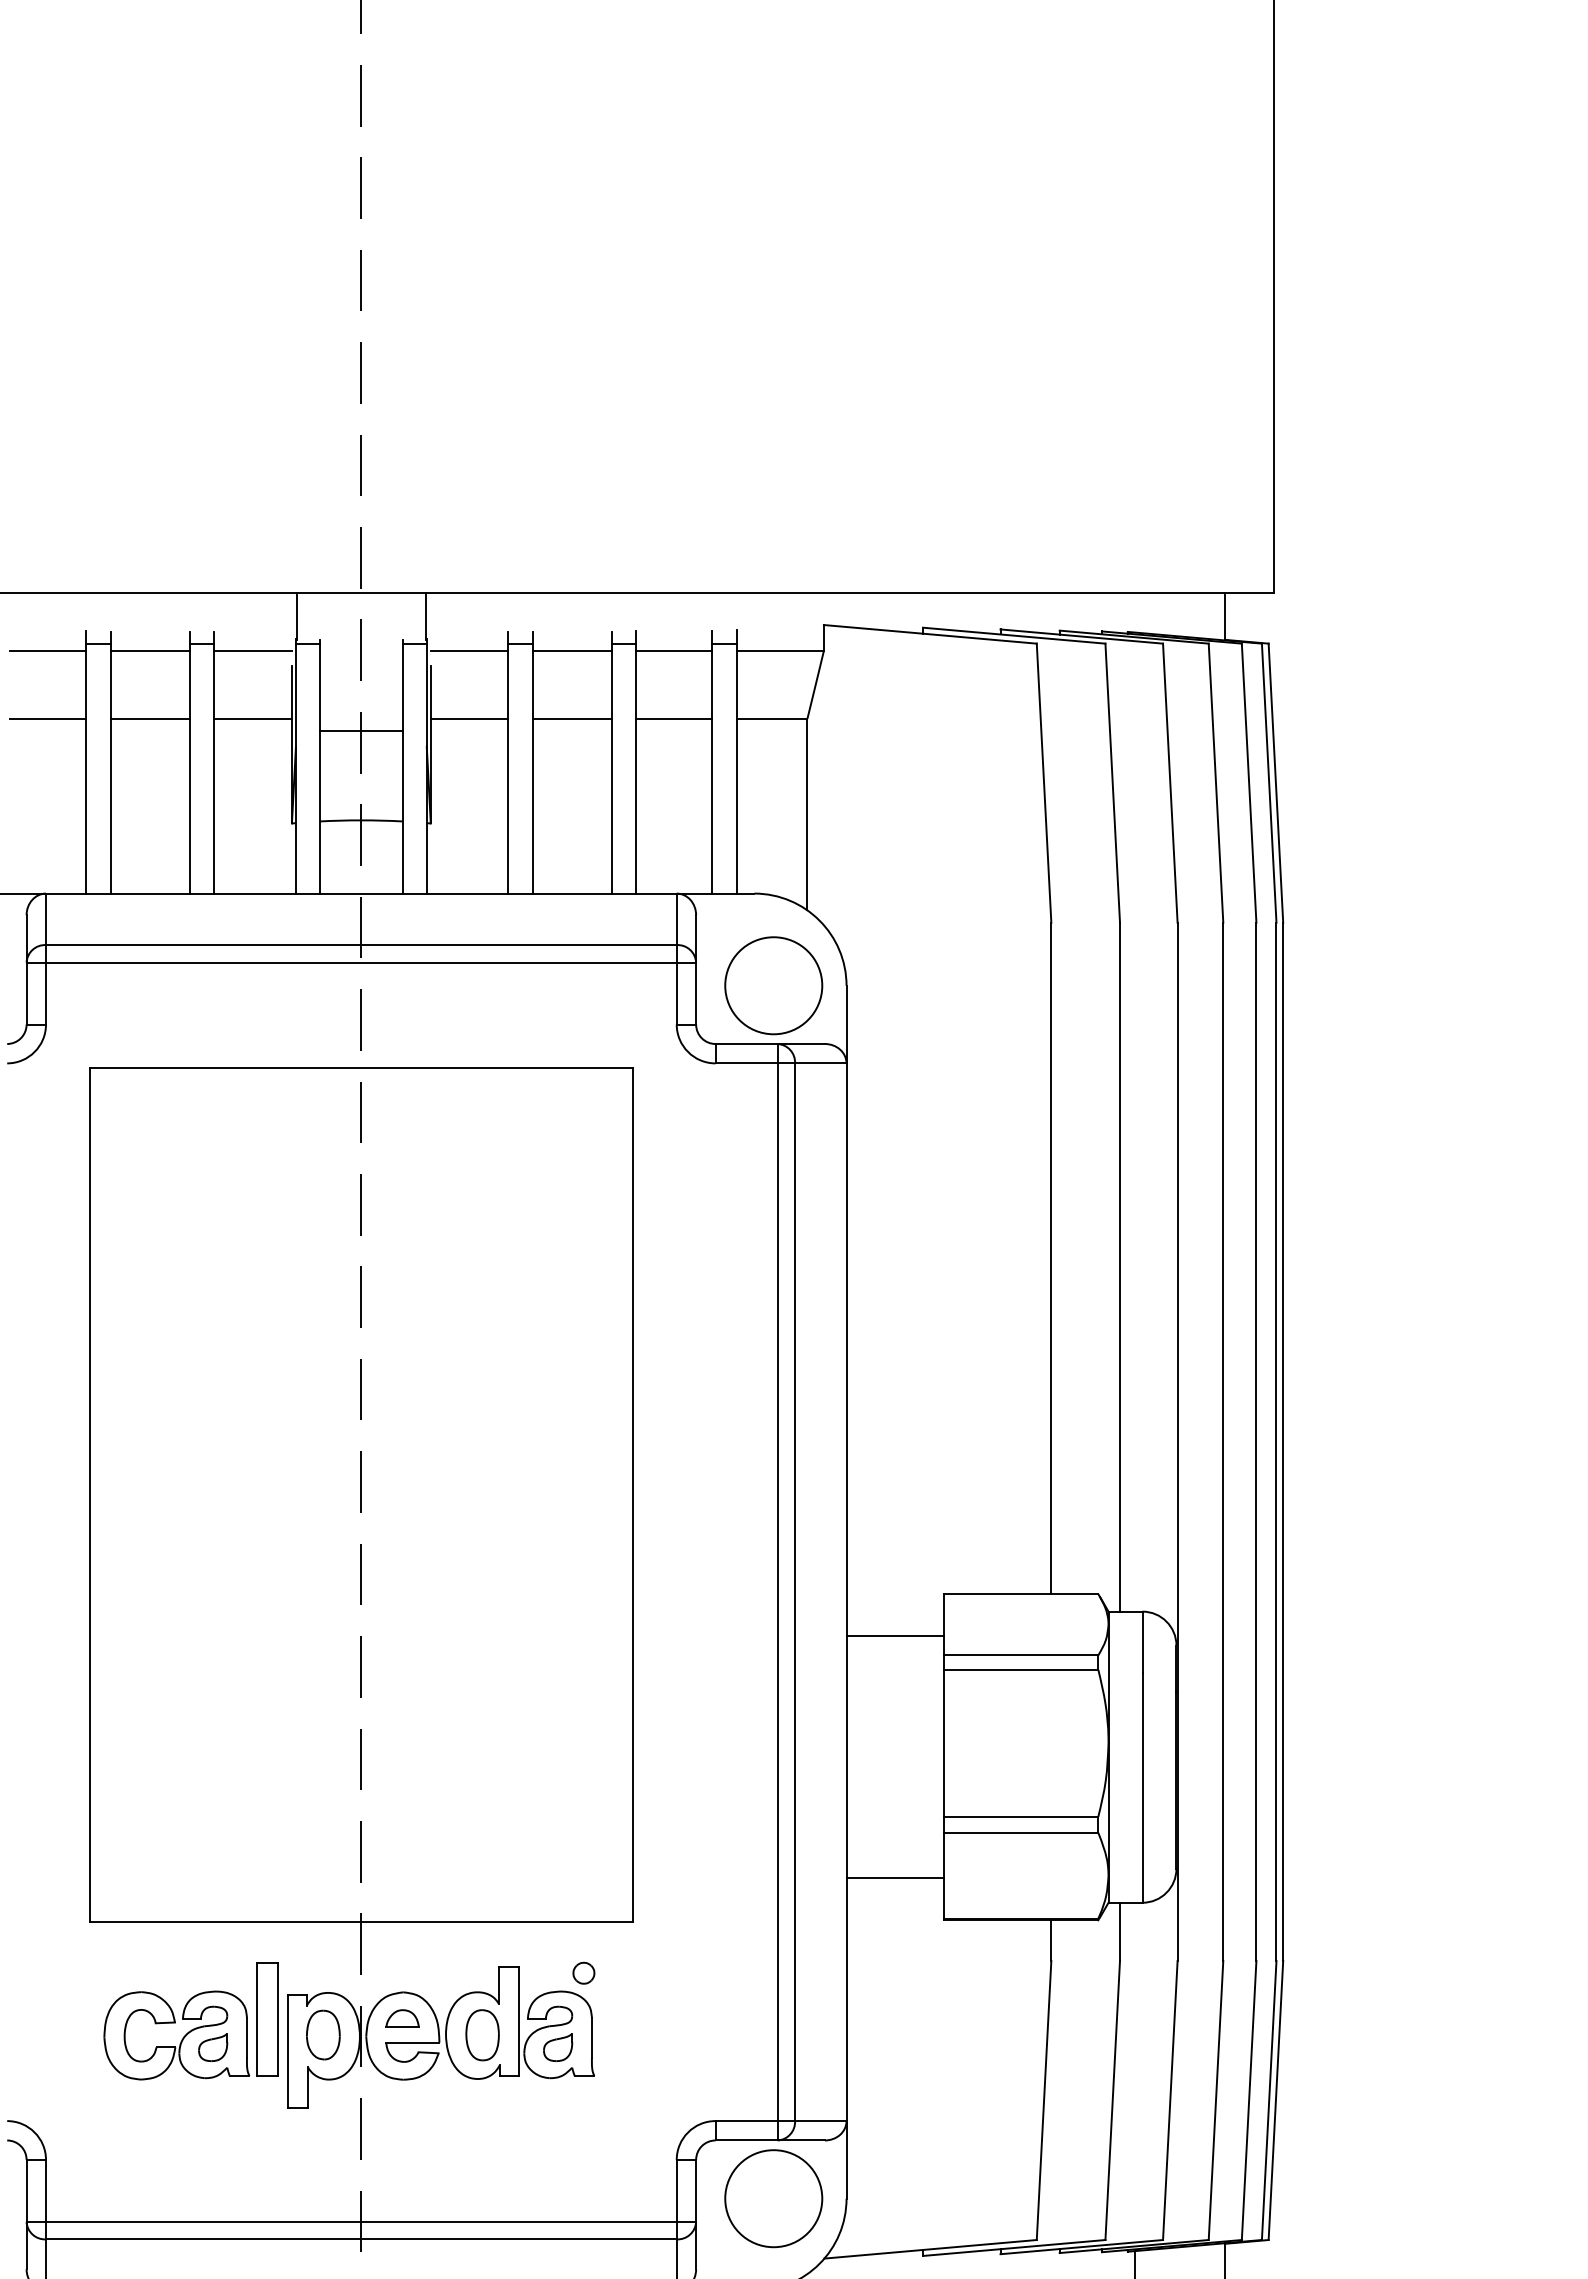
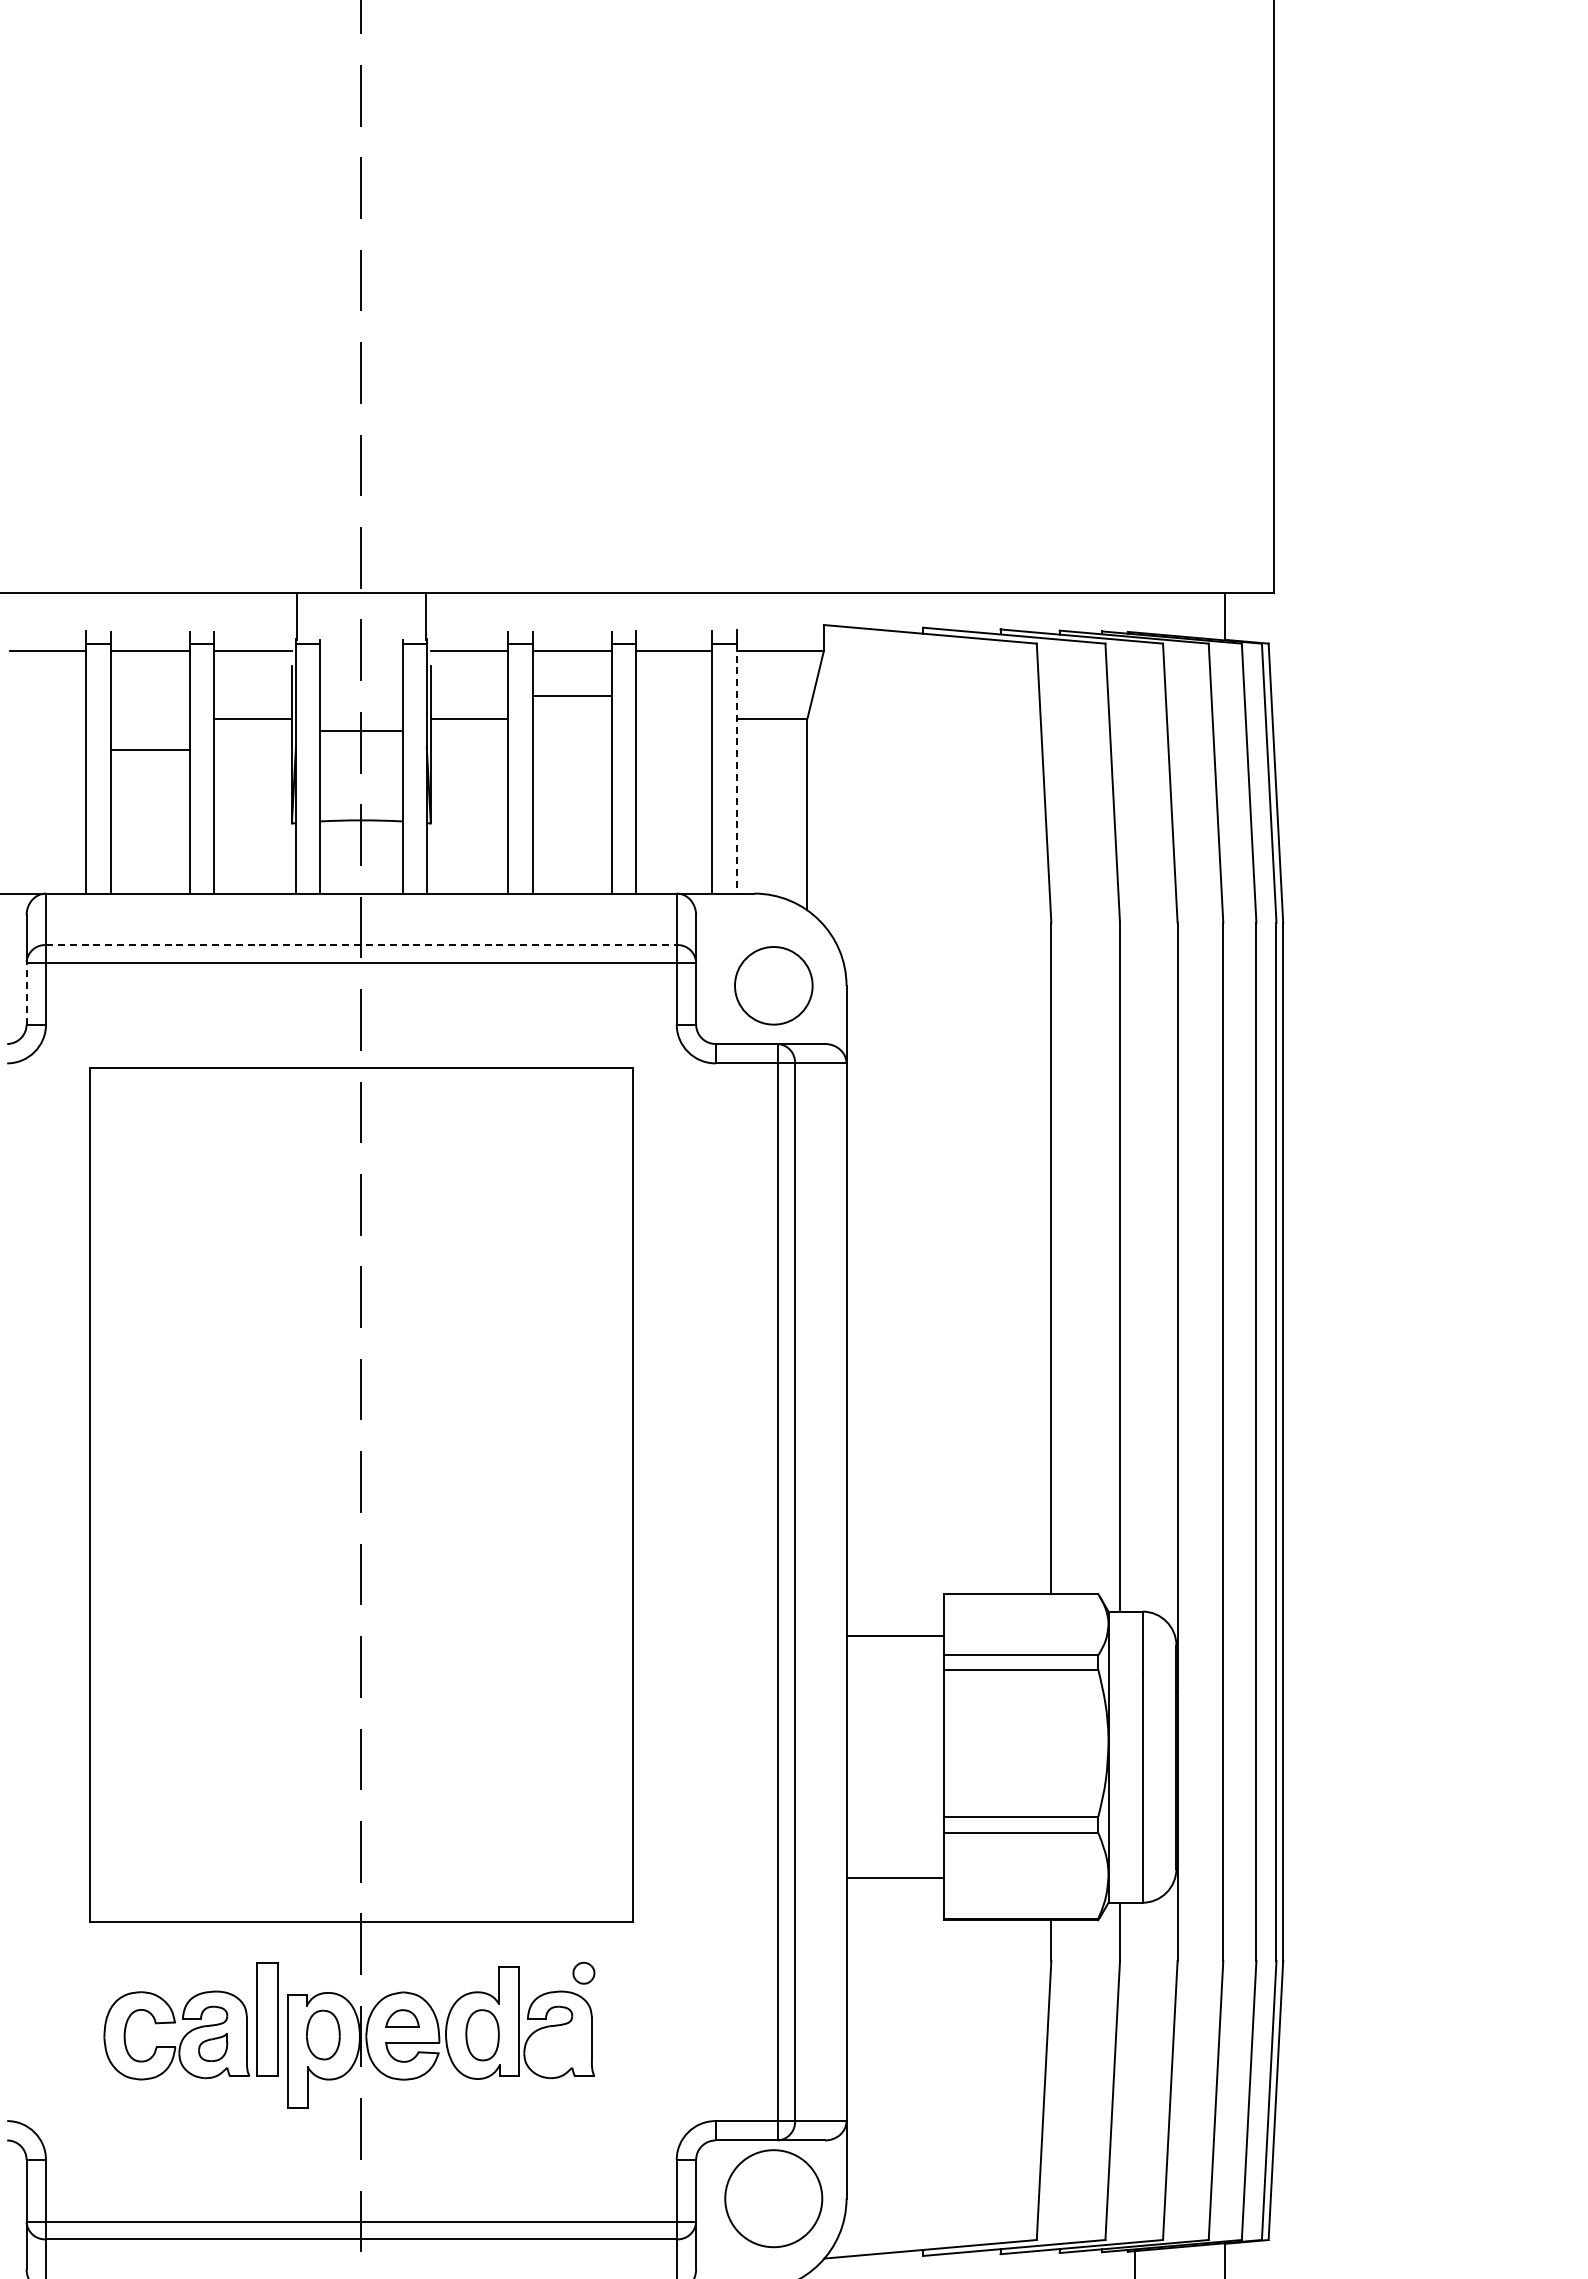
line at (48, 718): present -> none
line at (150, 718) position: (150, 718) -> (150, 749)
line at (572, 718) position: (572, 718) -> (572, 695)
line at (674, 718): present -> none
line at (736, 768): solid -> dashed
line at (361, 945): solid -> dashed
circle at (773, 985) size: 100x100 px -> 80x80 px
line at (26, 993): solid -> dashed
part at (558, 2047): present -> none
